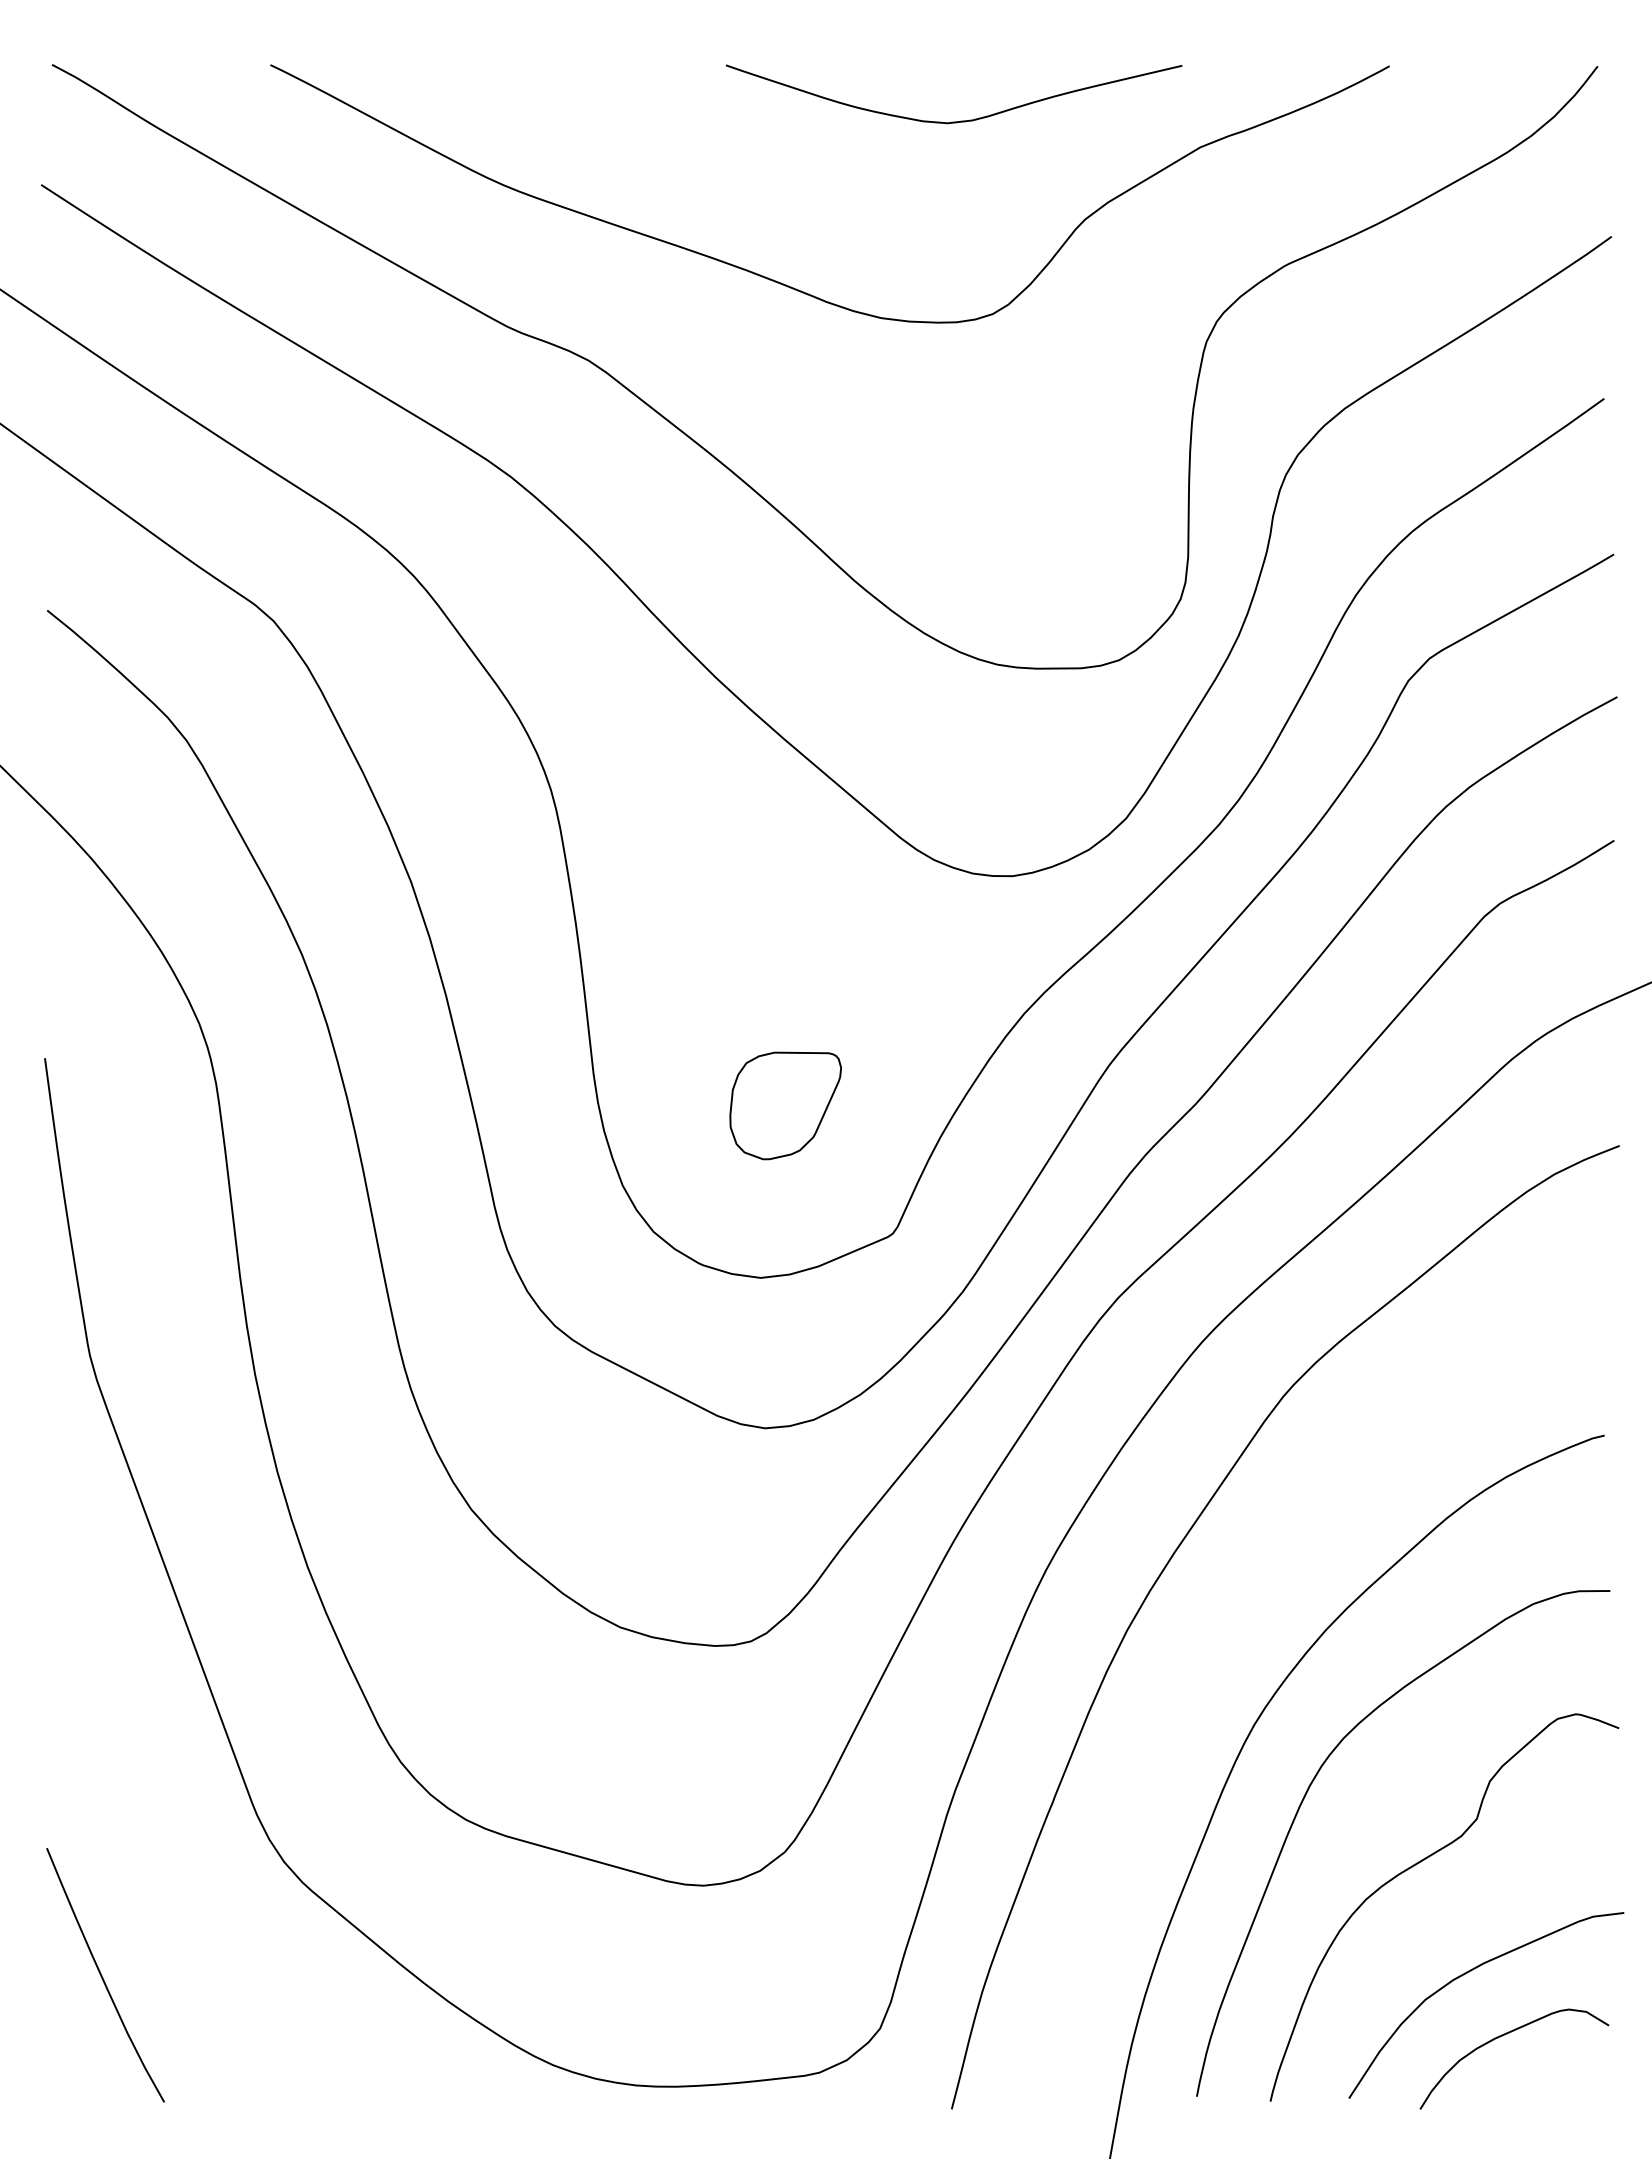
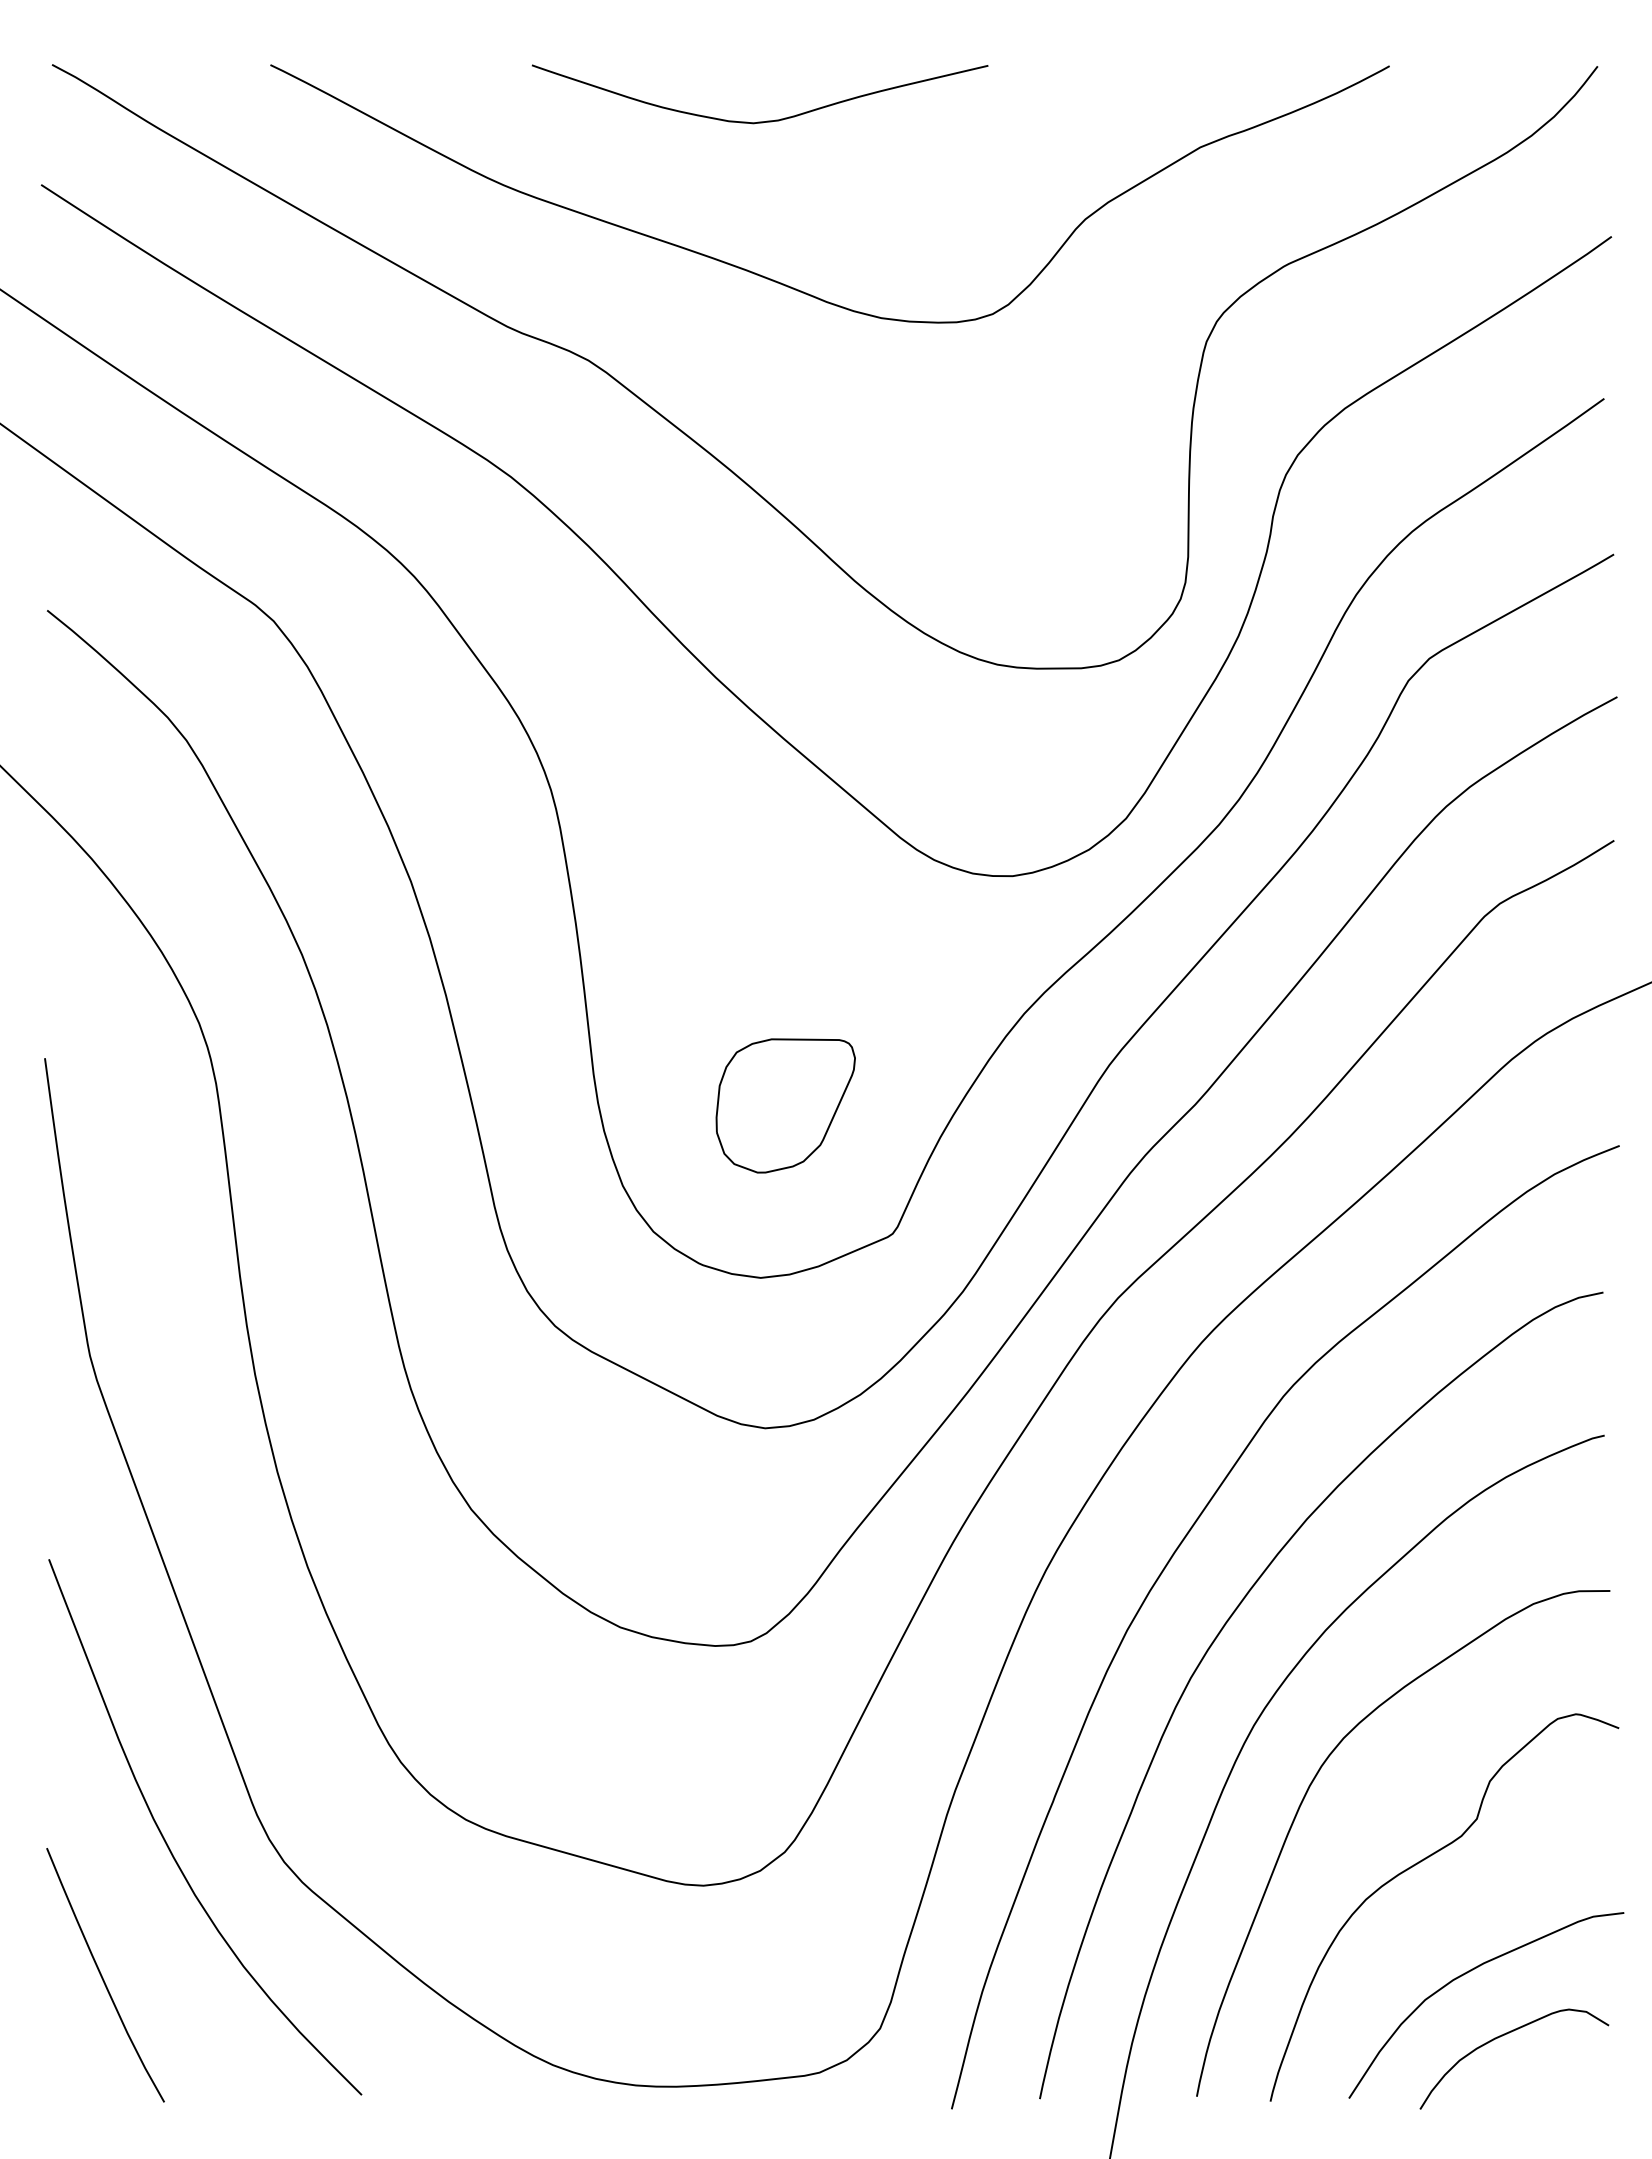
curve at (960, 120) position: (960, 120) -> (766, 120)
part at (785, 1105) size: 113x110 px -> 141x136 px
curve at (1222, 1630): none -> present
curve at (171, 1850): none -> present
